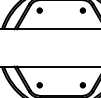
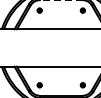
line at (61, 0): solid -> dashed
